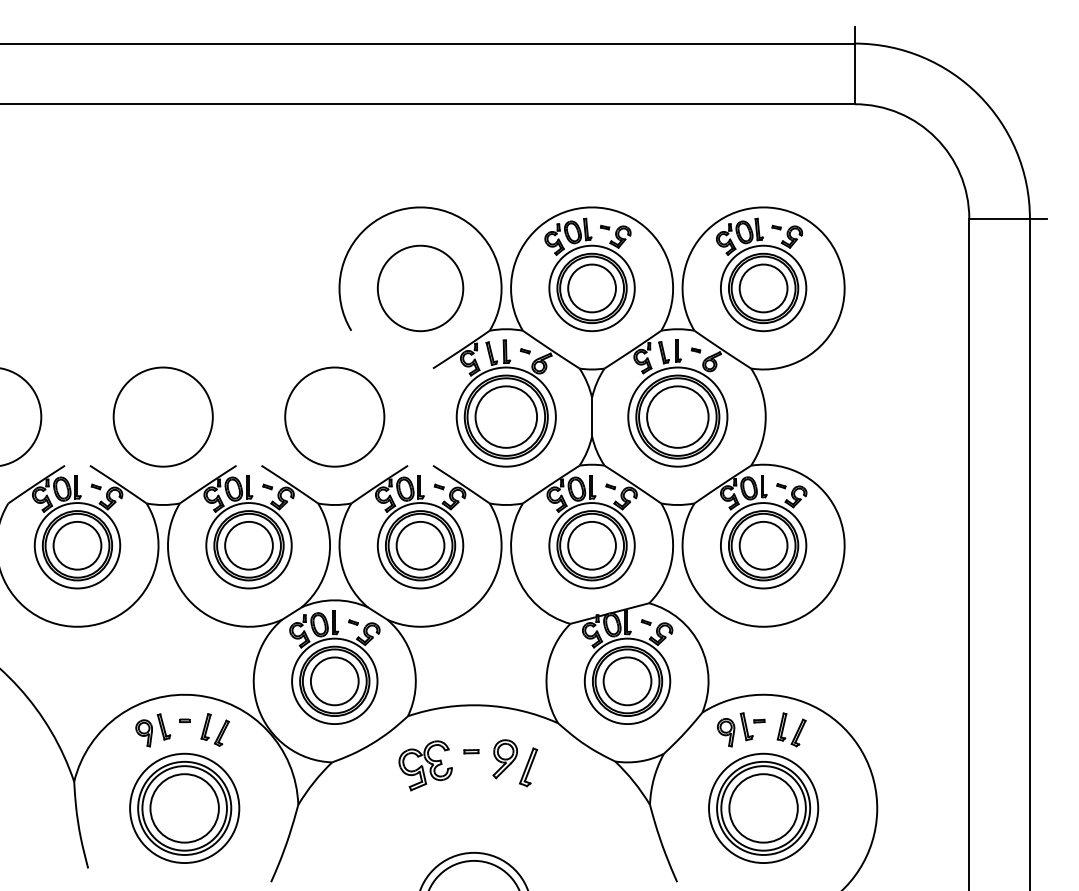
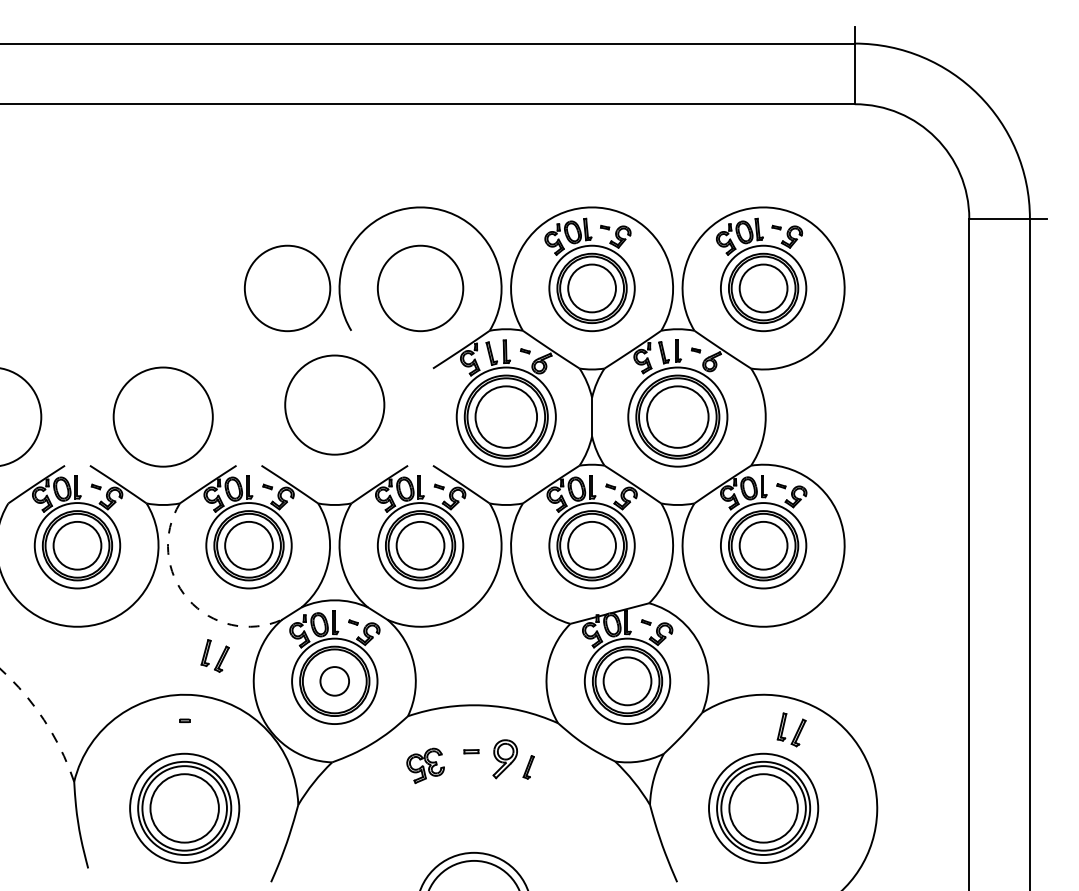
circle at (287, 288): none -> present
circle at (334, 416) position: (334, 416) -> (334, 404)
arc at (188, 599): solid -> dashed
circle at (334, 681) diameter: 48 px -> 29 px
arc at (44, 719): solid -> dashed
part at (214, 729) position: (214, 729) -> (214, 655)
part at (741, 729): present -> none
part at (153, 730): present -> none
part at (425, 765) size: 55x52 px -> 39x38 px
part at (528, 767) size: 20x41 px -> 13x25 px
